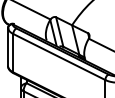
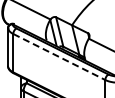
line at (59, 57): solid -> dashed
